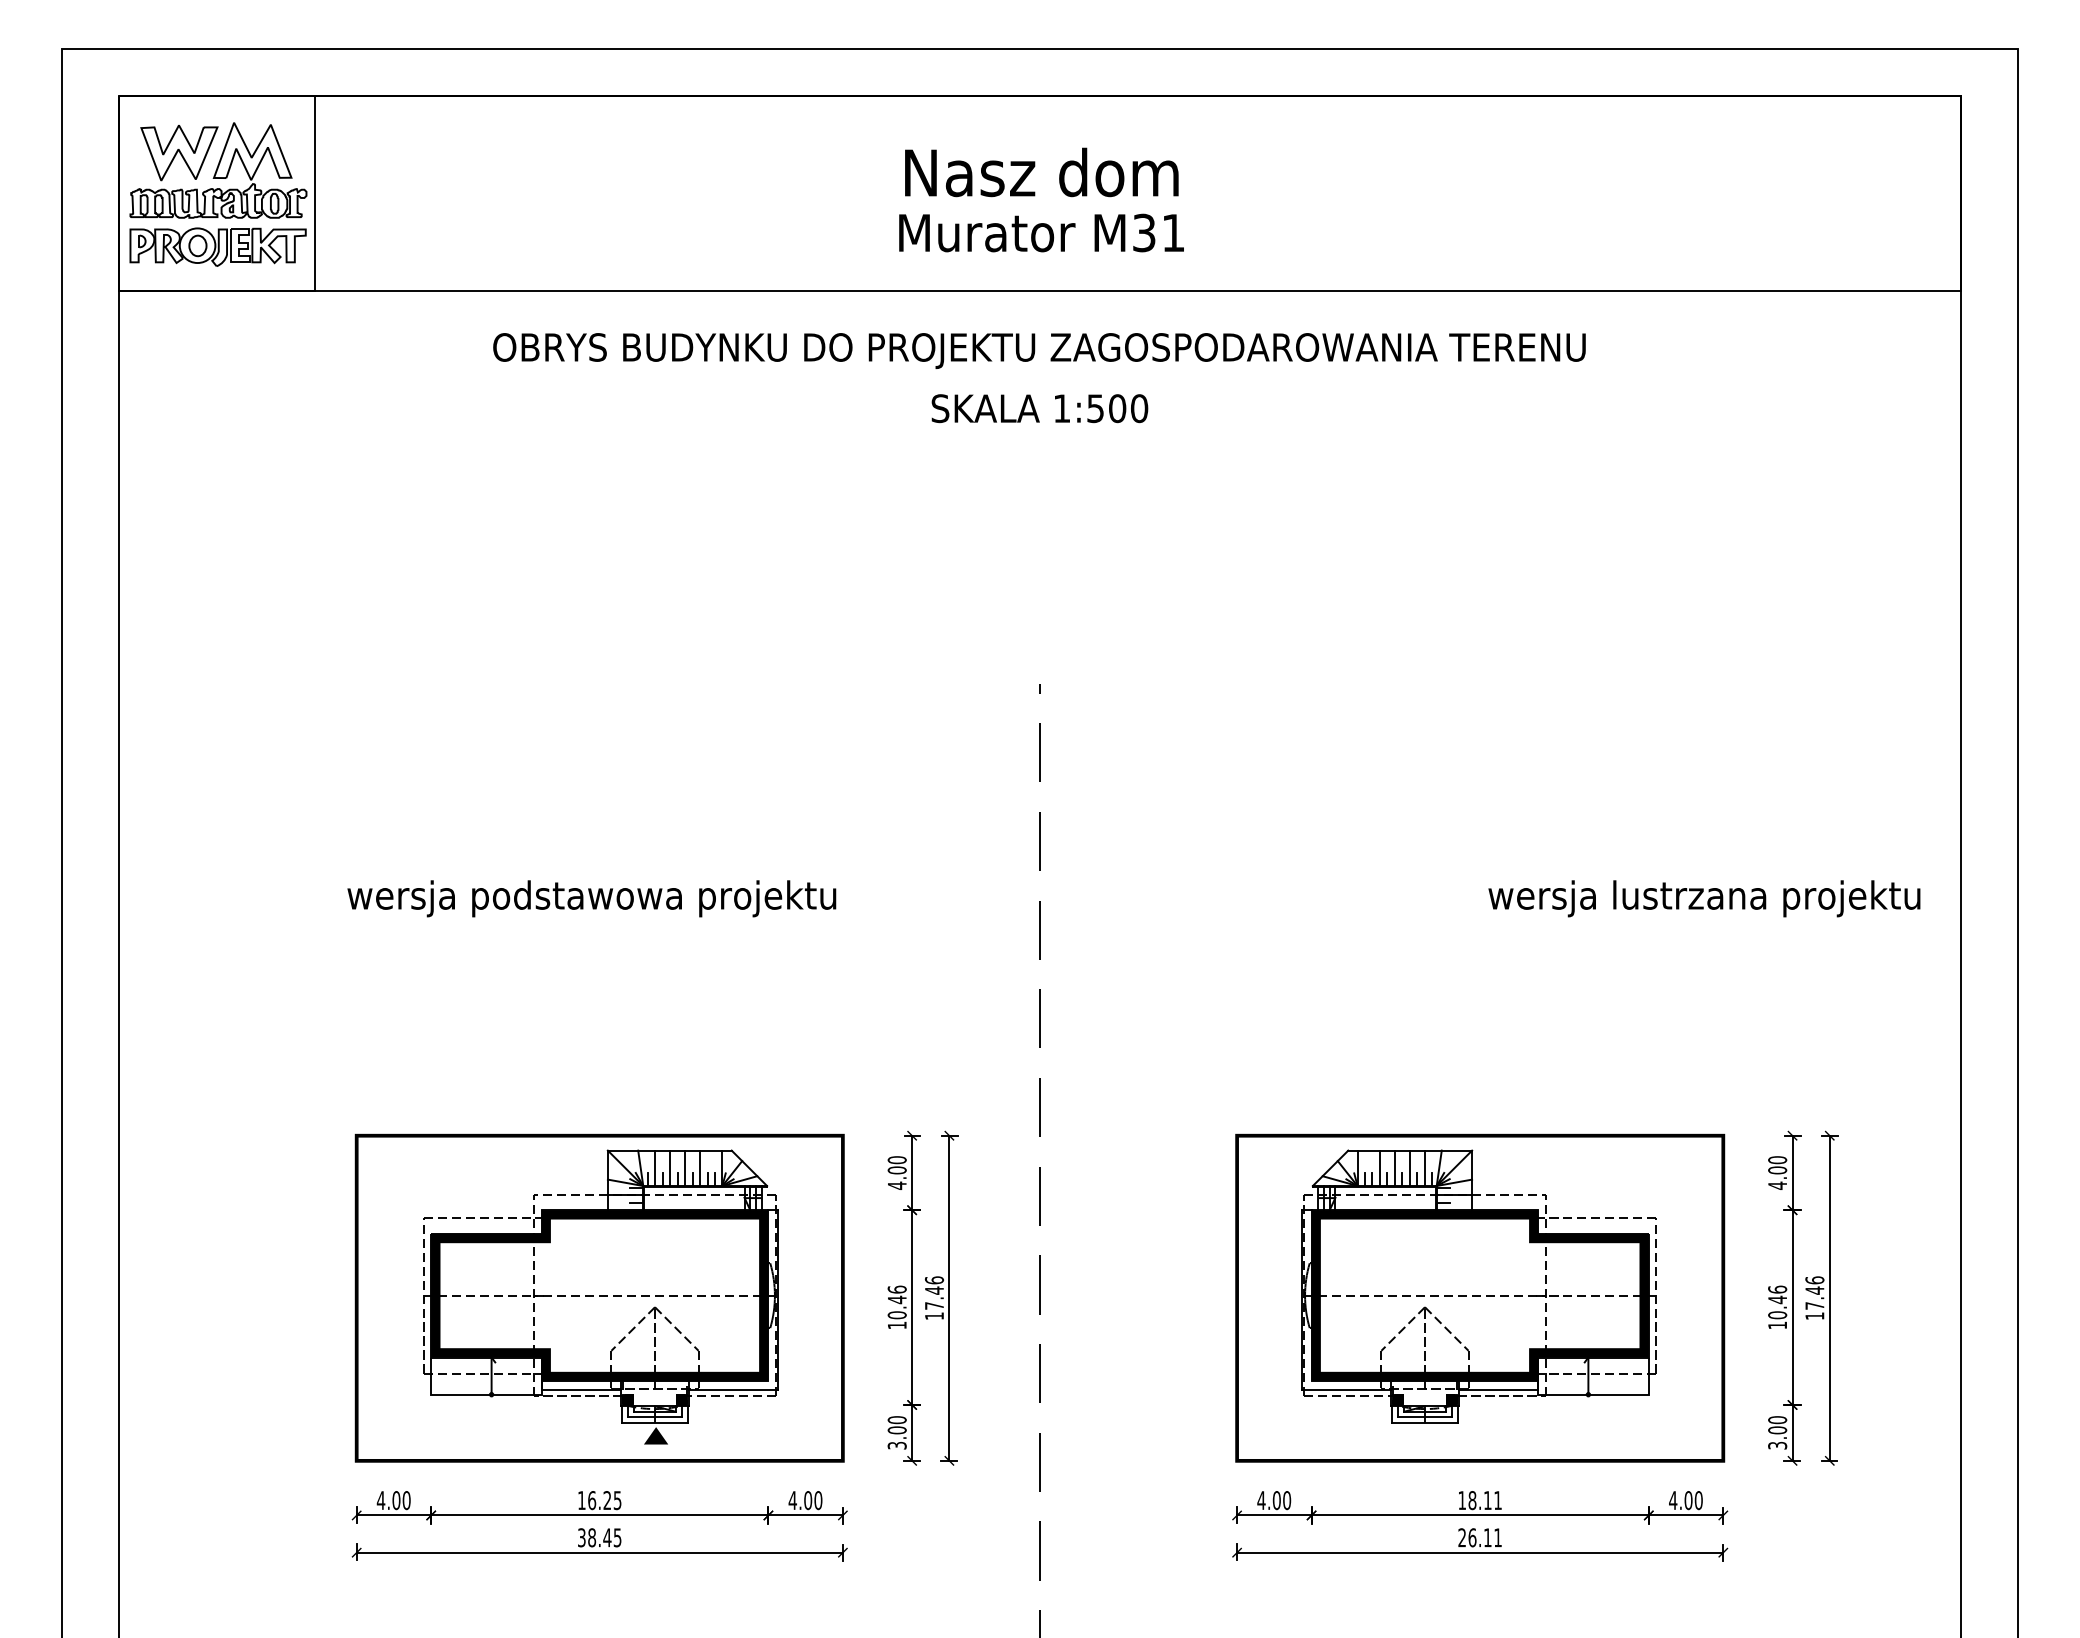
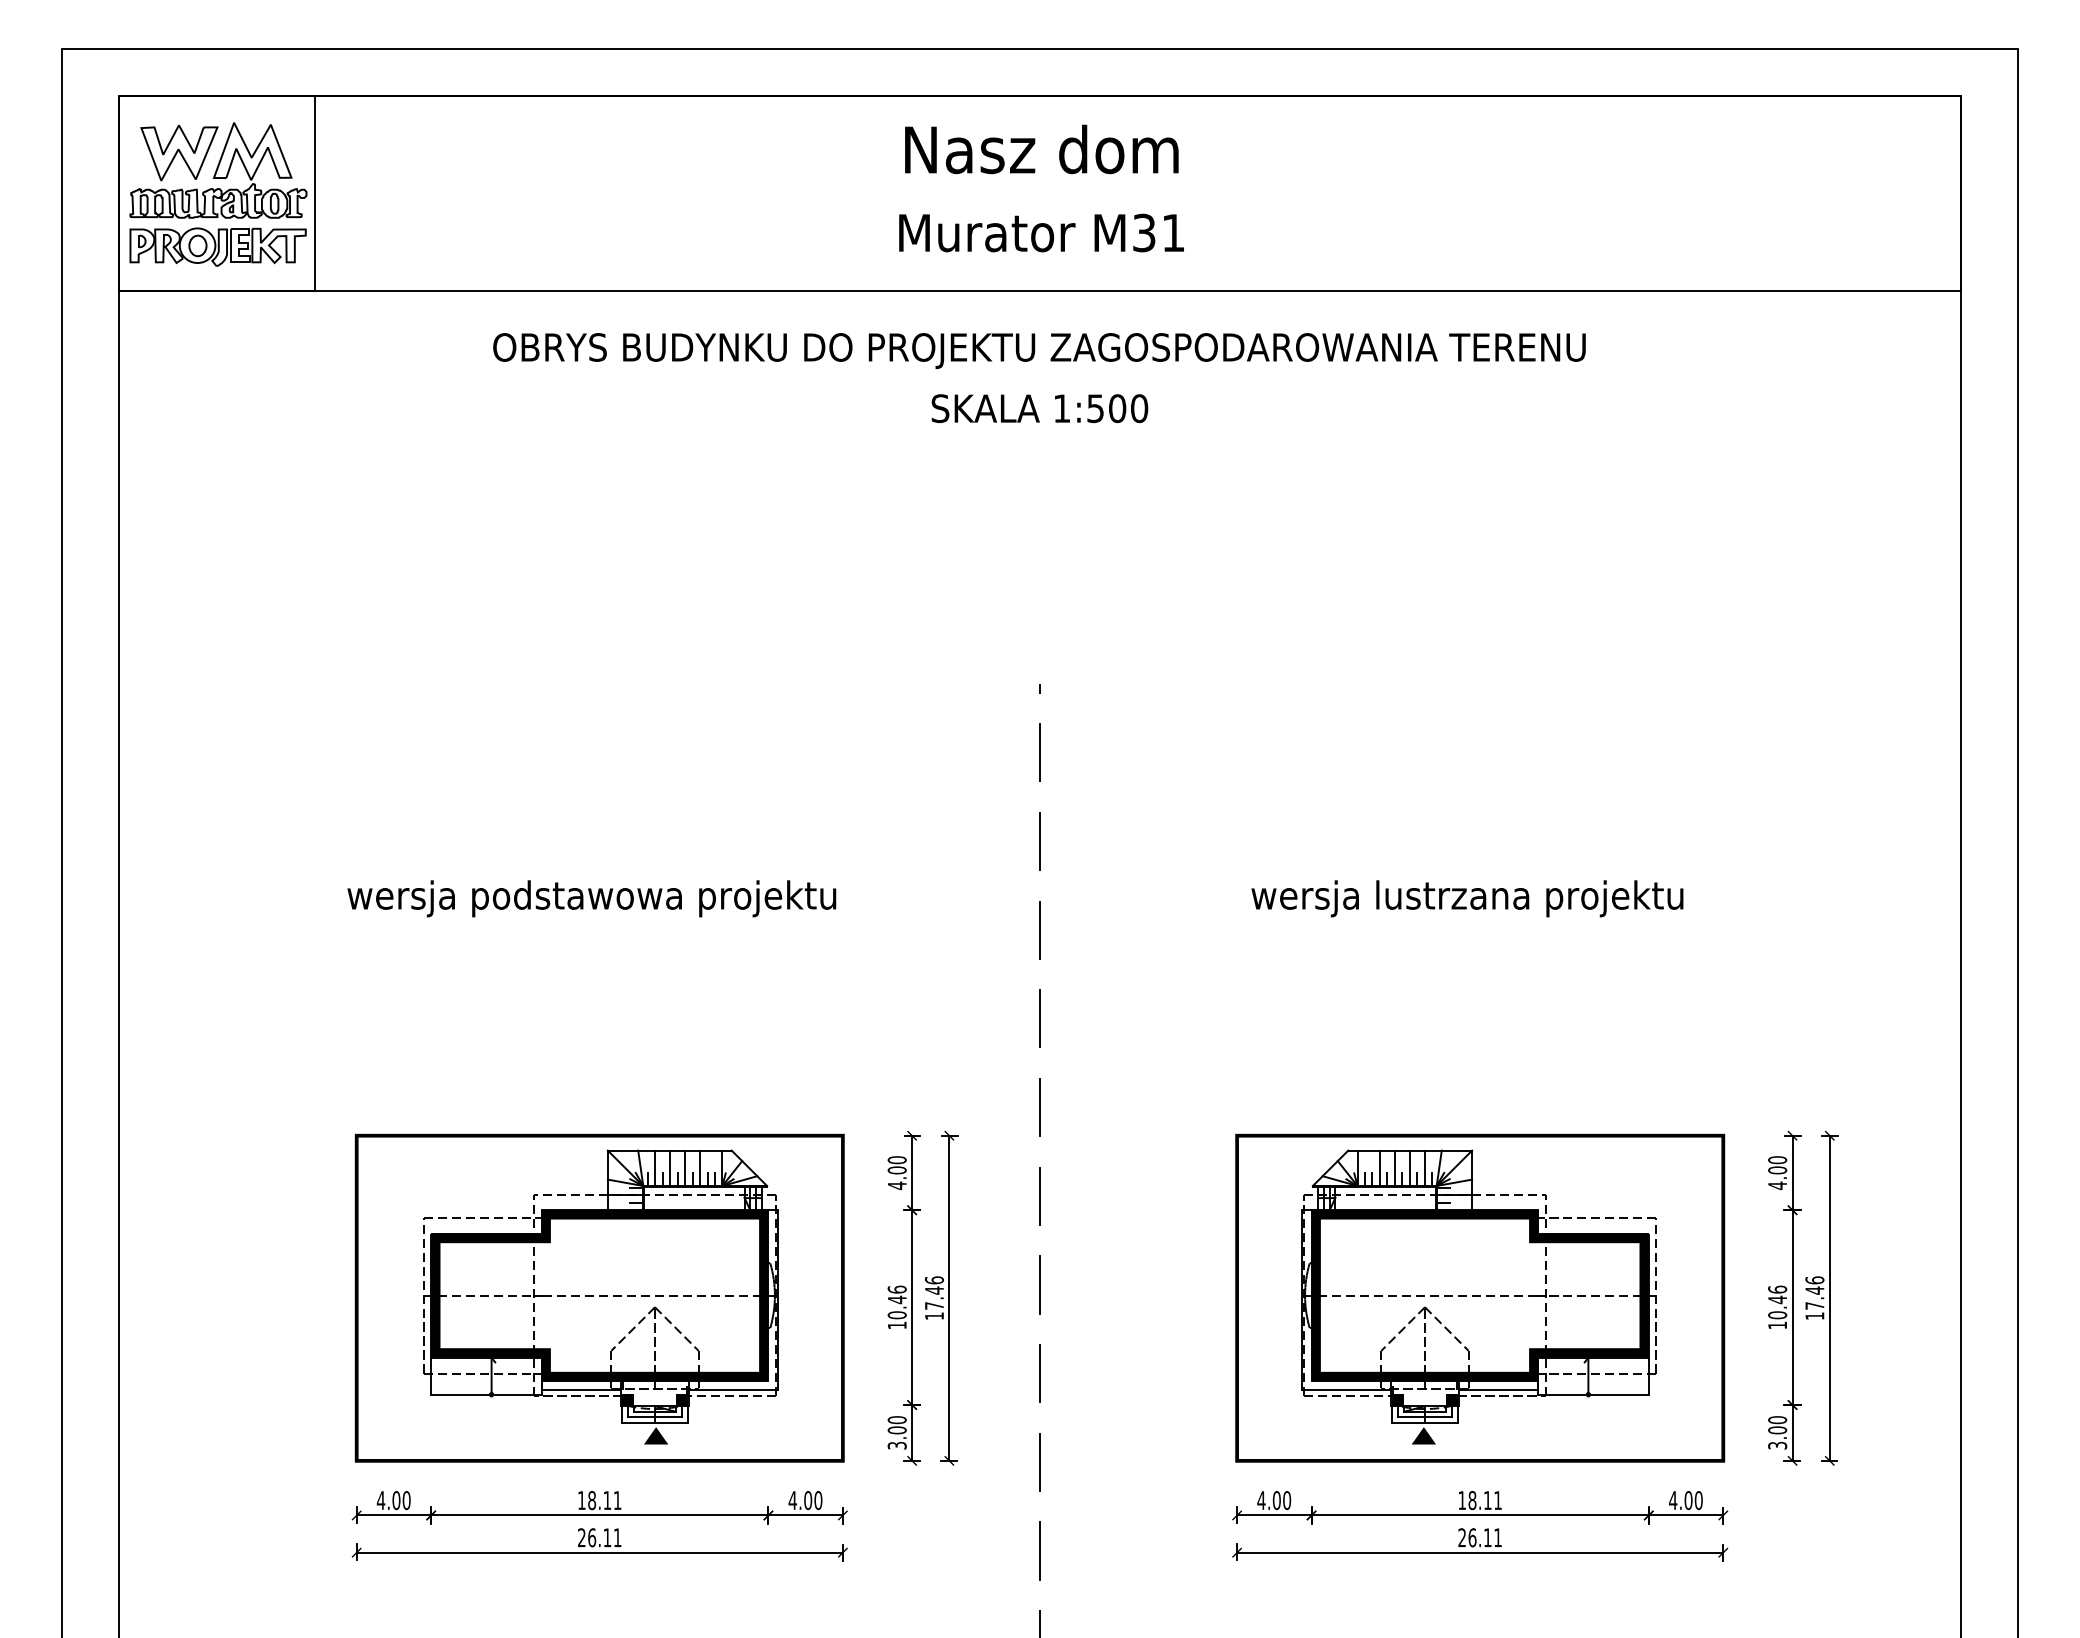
text at (1041, 172) position: (1041, 172) -> (1041, 149)
text at (1704, 898) position: (1704, 898) -> (1467, 898)
fill at (1423, 1435): none -> present
text at (604, 1500): 16.25 -> 18.11
text at (599, 1537): 38.45 -> 26.11
